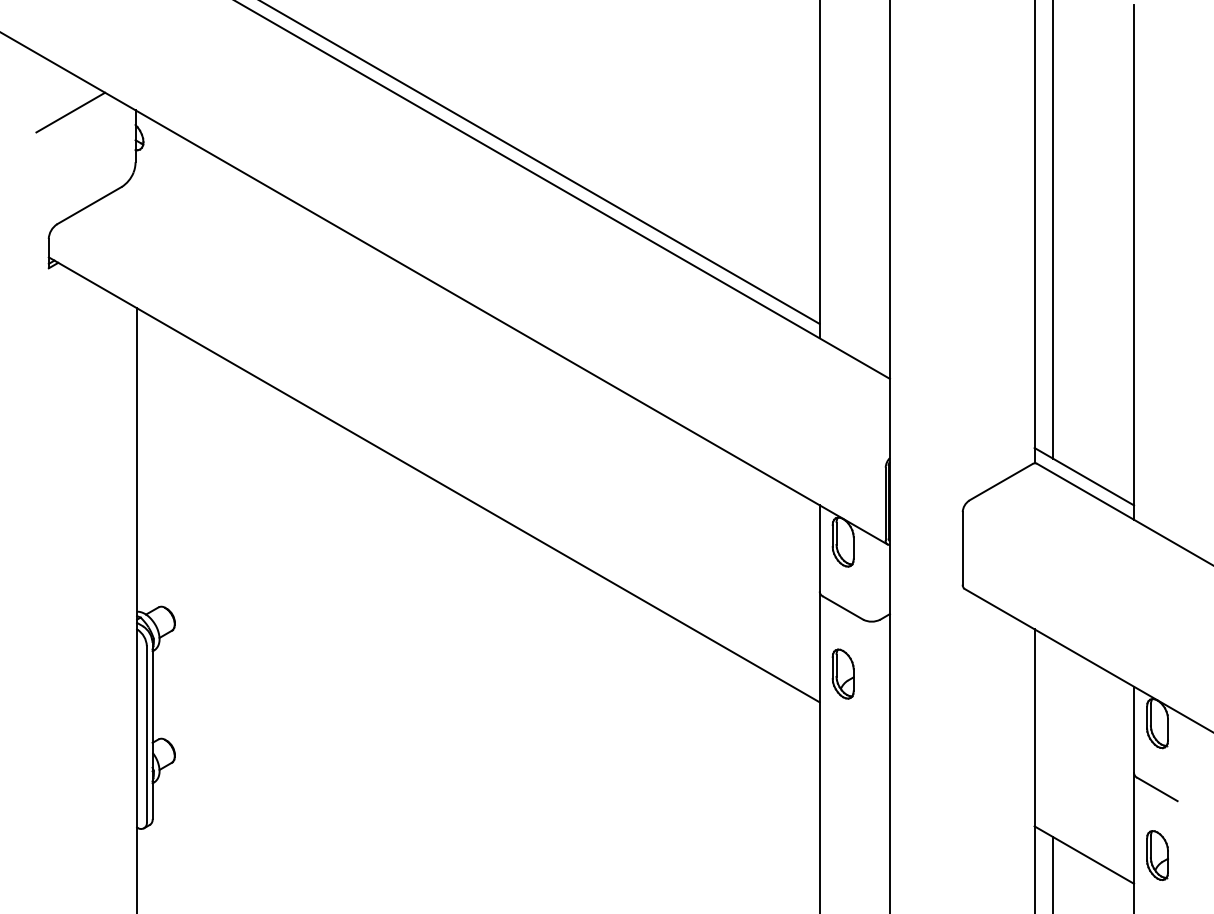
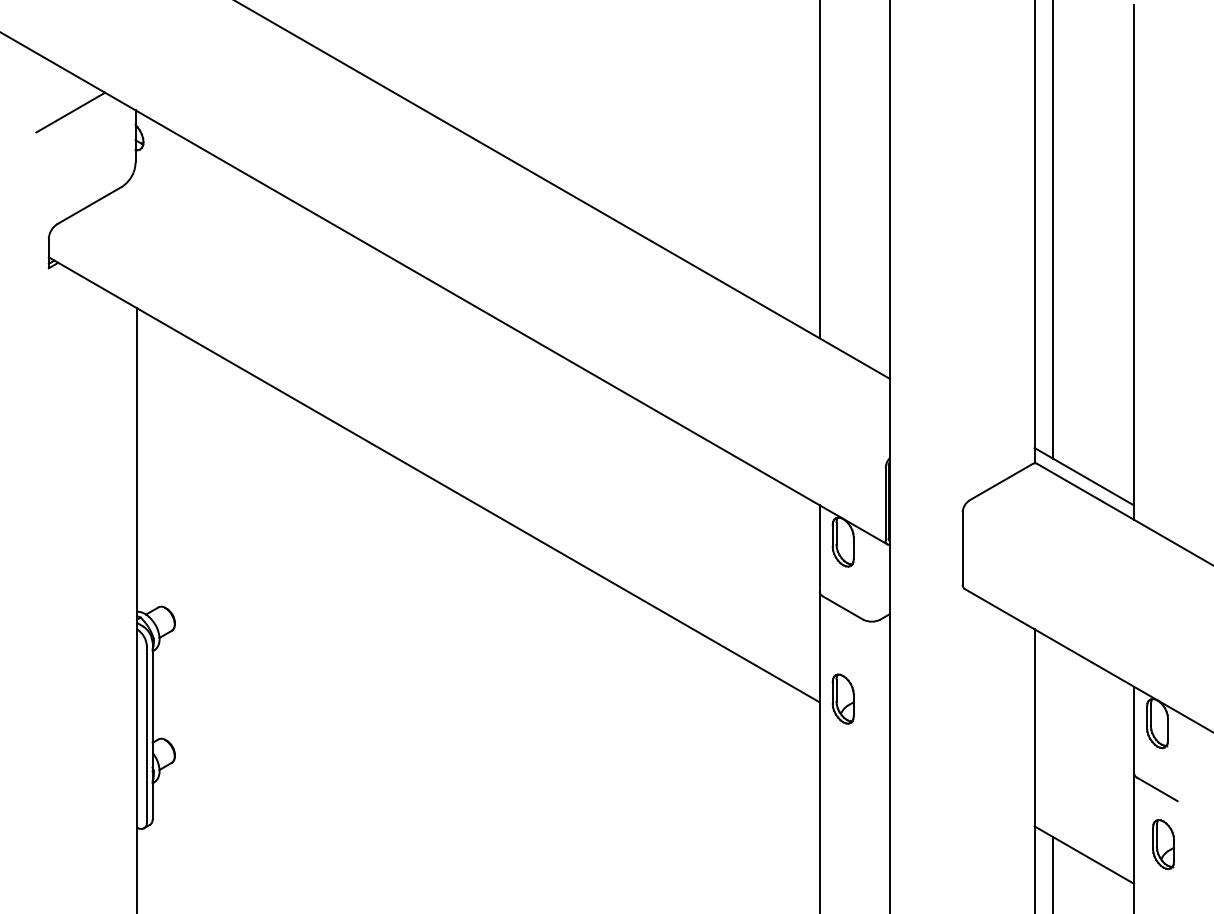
line at (540, 162): present -> none
part at (842, 673) position: (842, 673) -> (842, 698)
part at (1157, 855) position: (1157, 855) -> (1163, 844)
